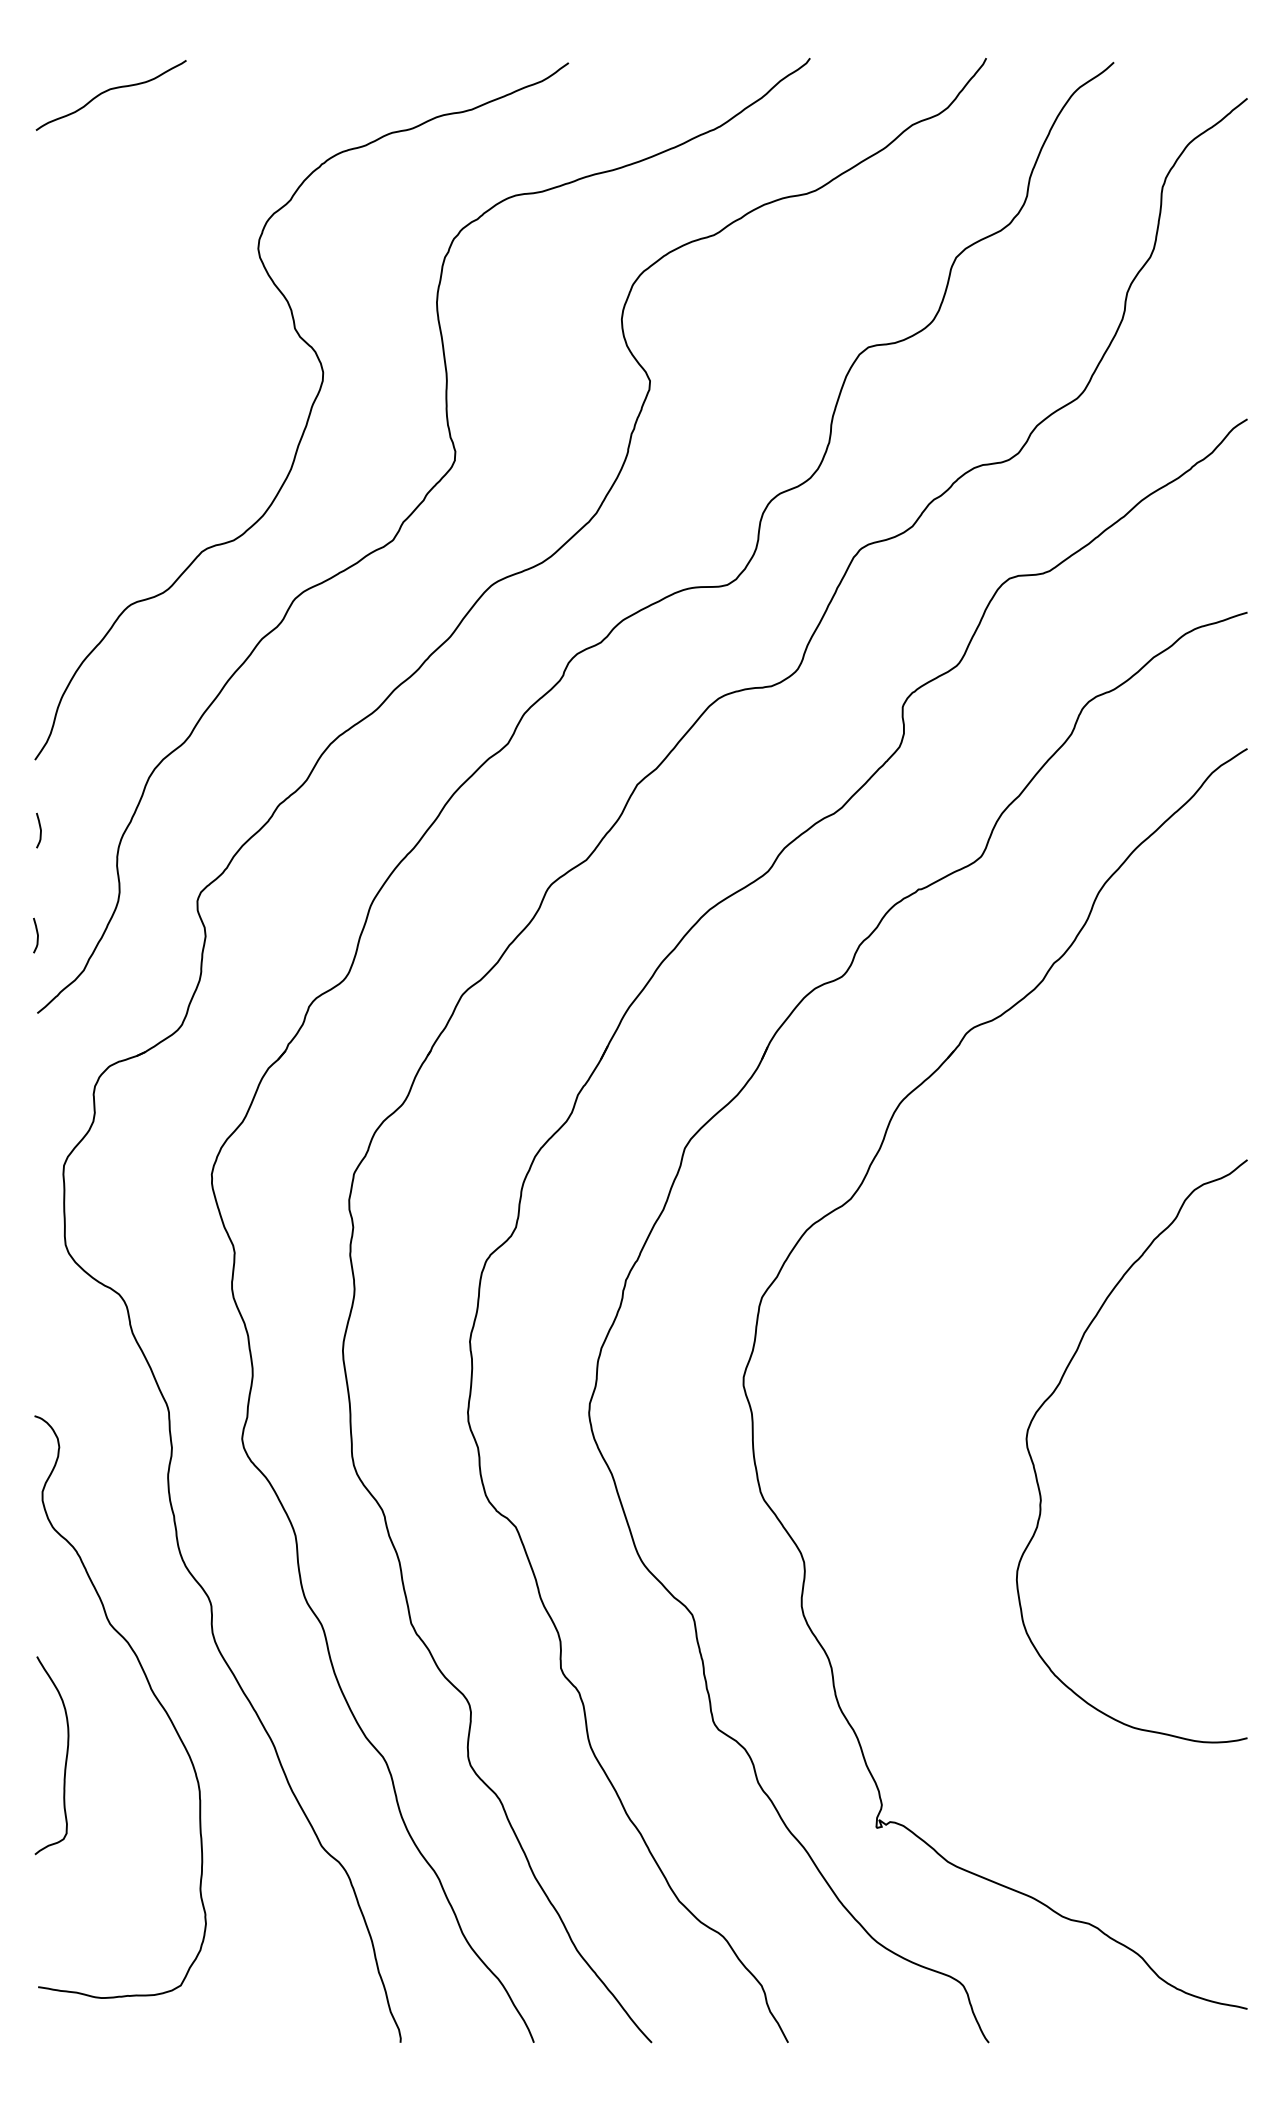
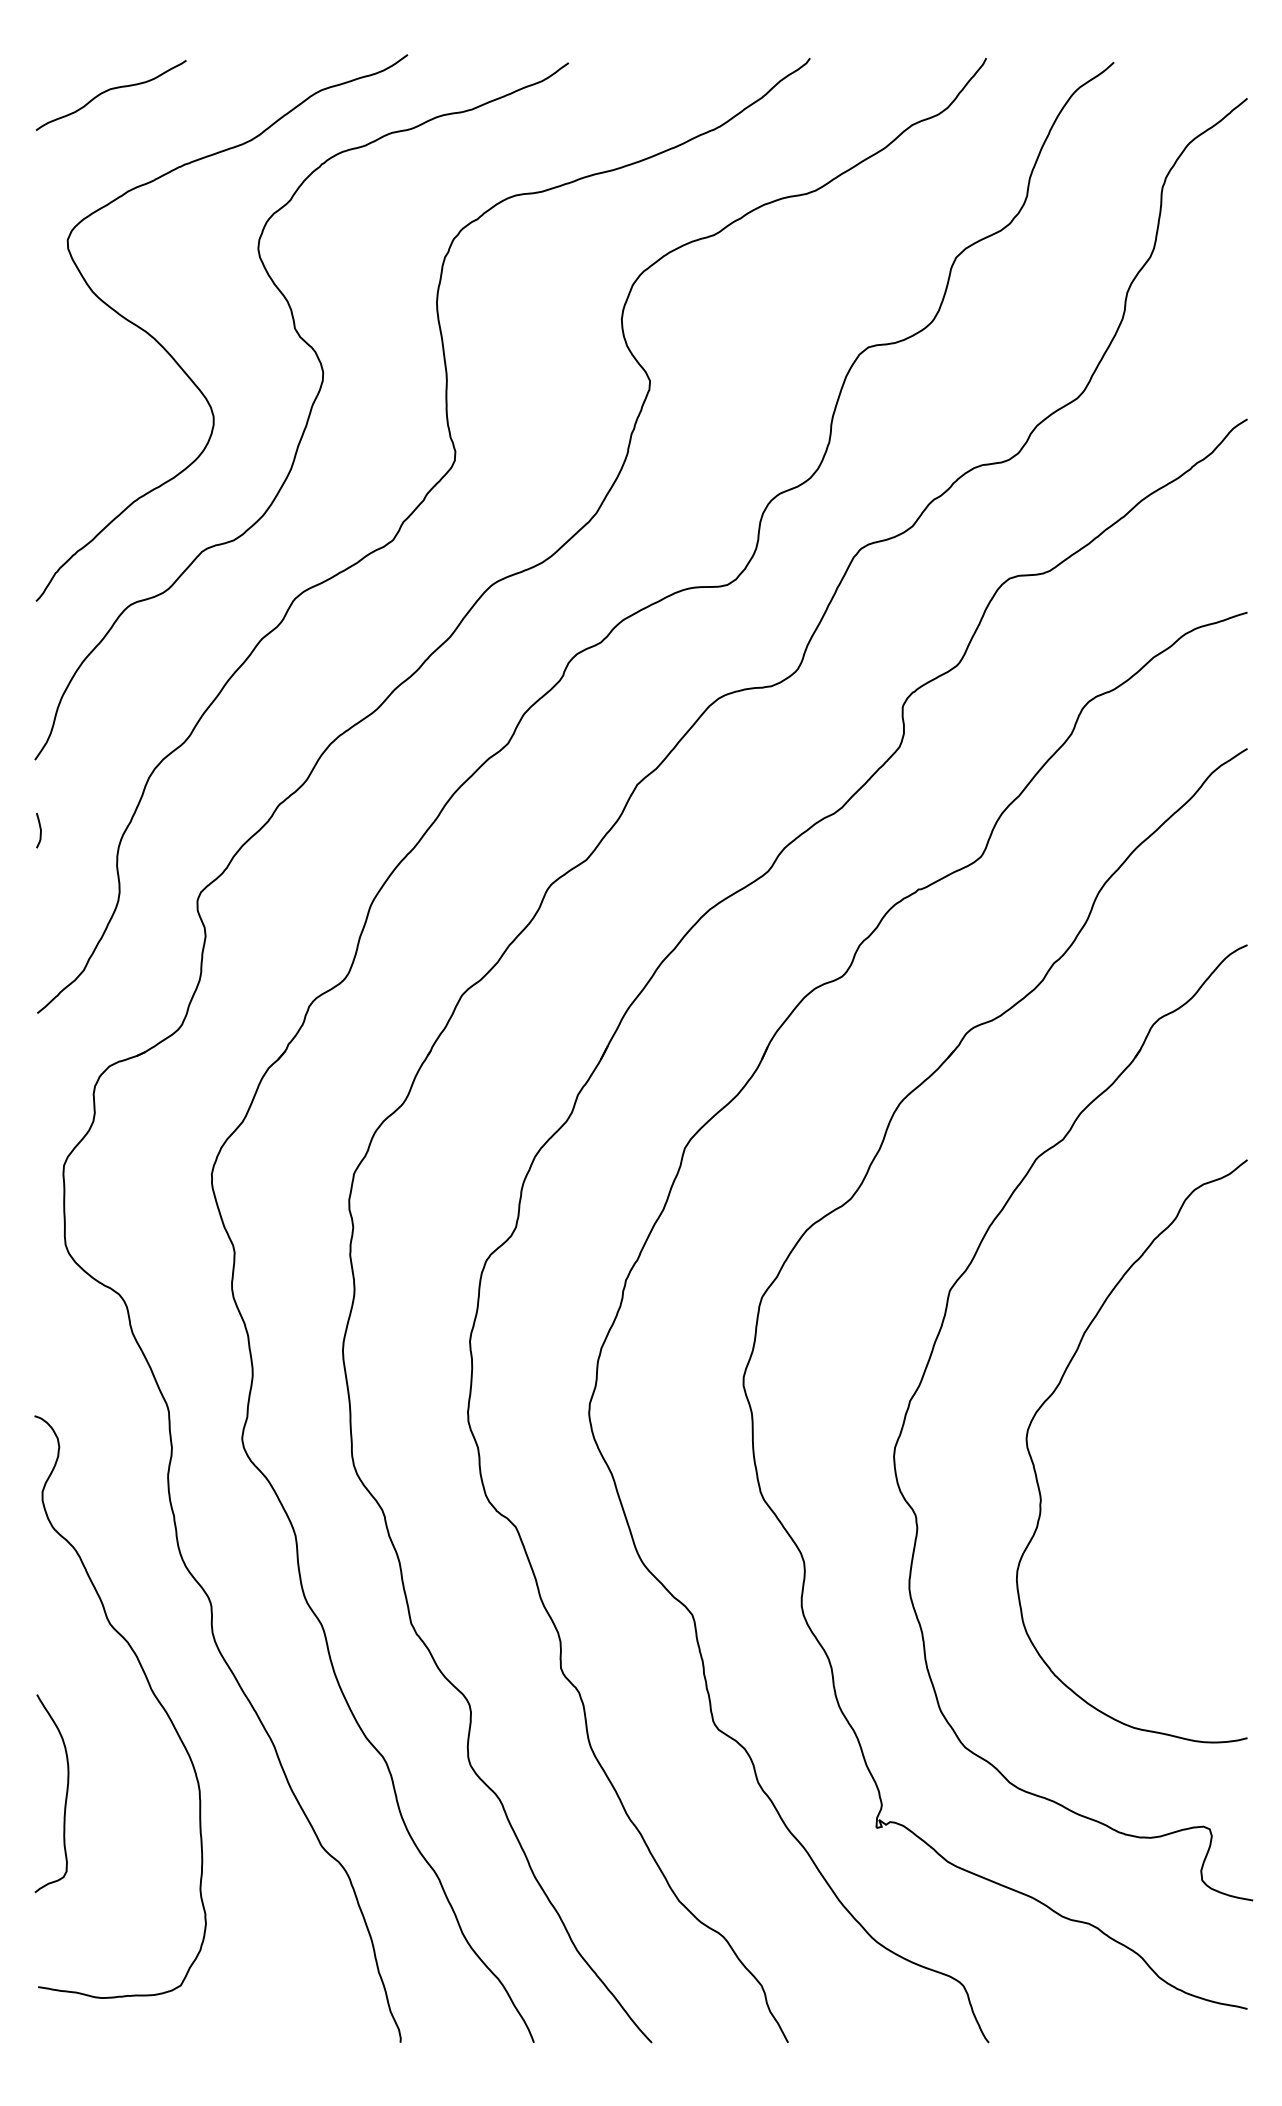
curve at (176, 360): none -> present
curve at (36, 934): present -> none
part at (928, 1365): none -> present
curve at (65, 1757) position: (65, 1757) -> (65, 1795)
